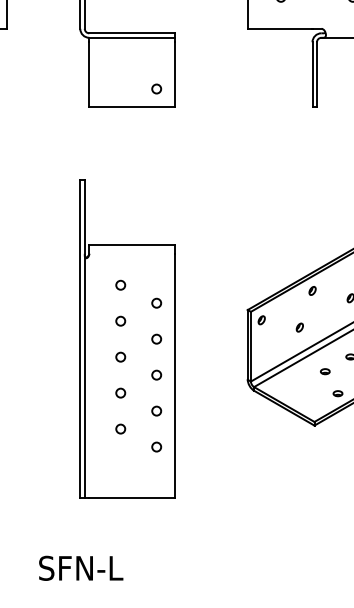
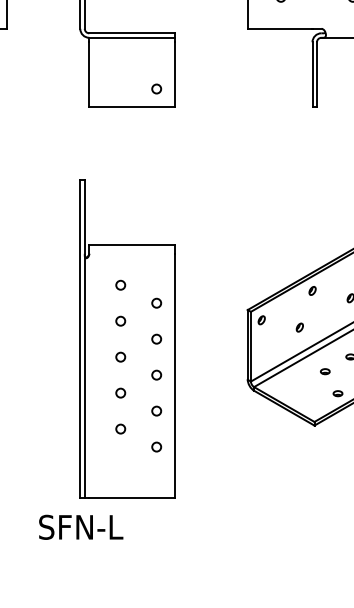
text at (81, 567) position: (81, 567) -> (81, 526)
